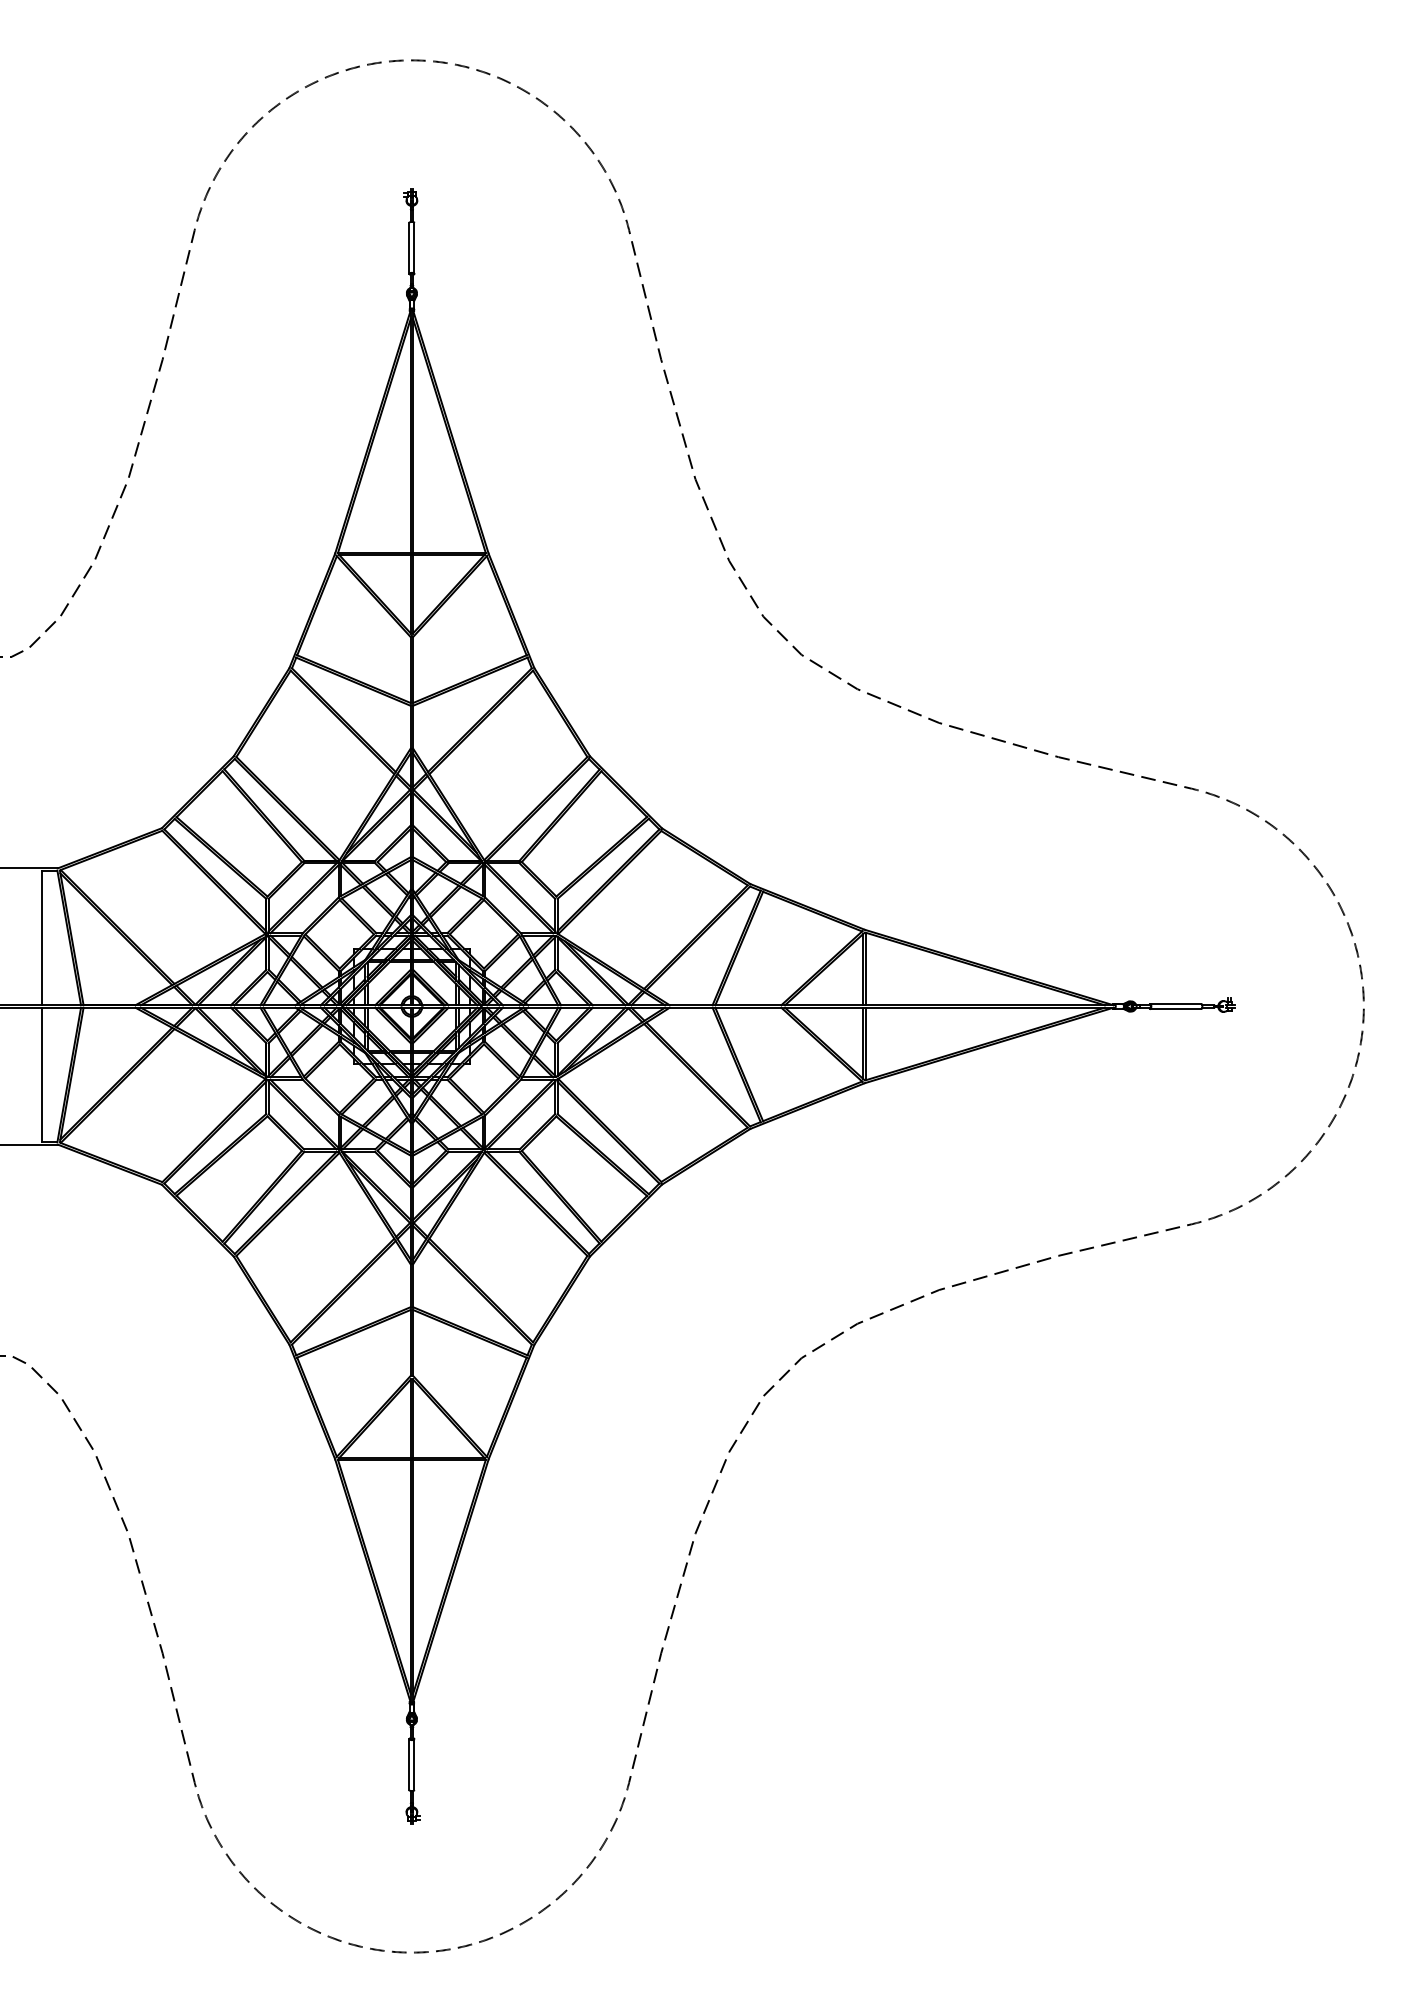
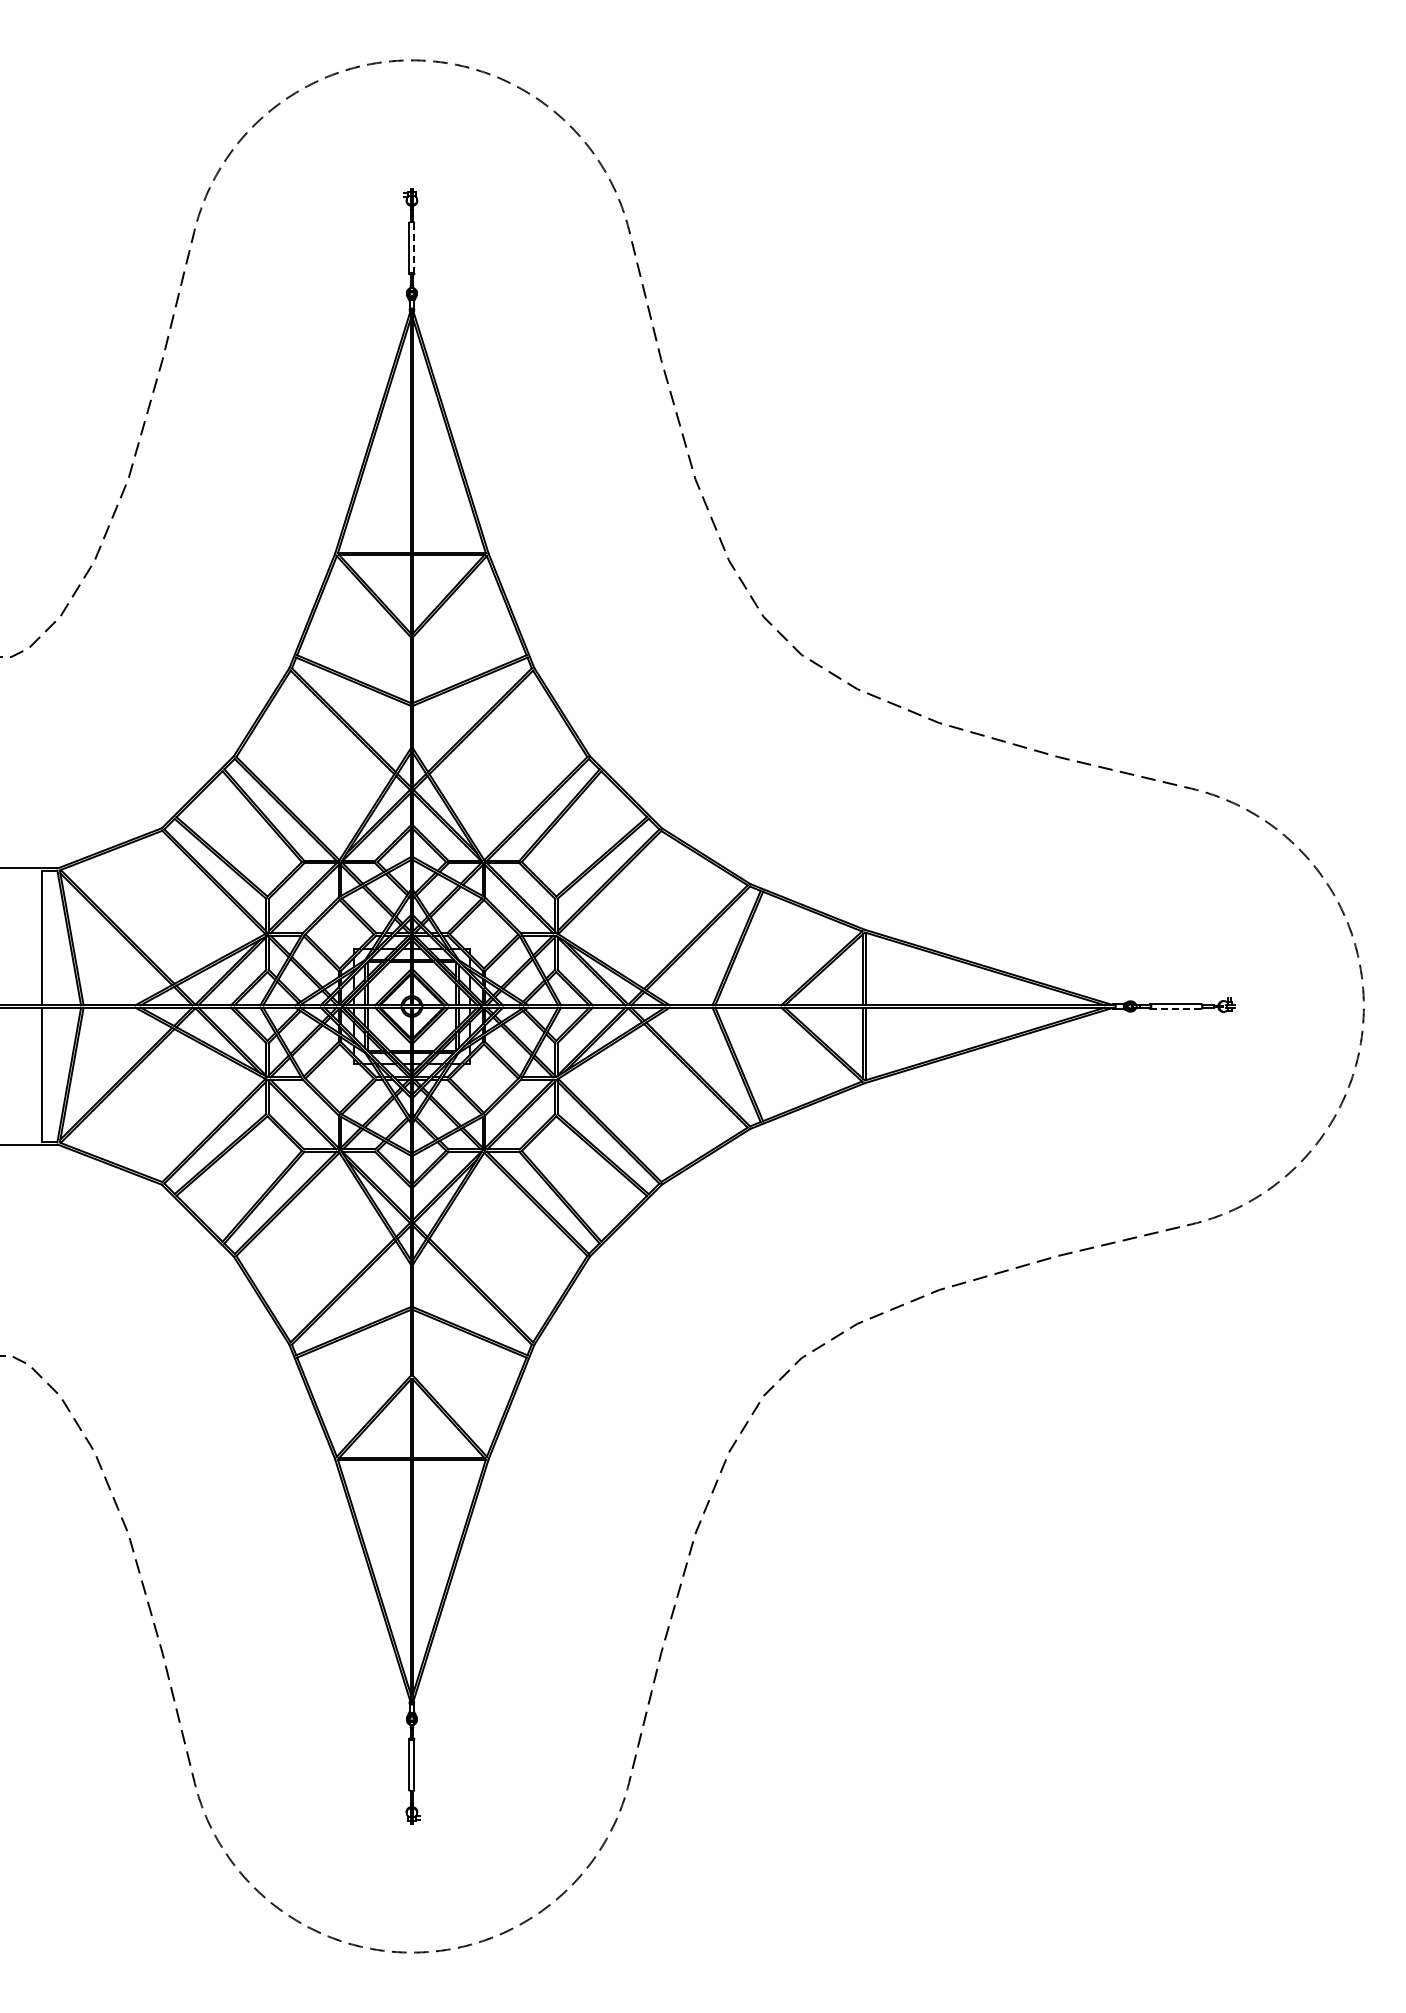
line at (414, 248): solid -> dashed
line at (1175, 1009): solid -> dashed
